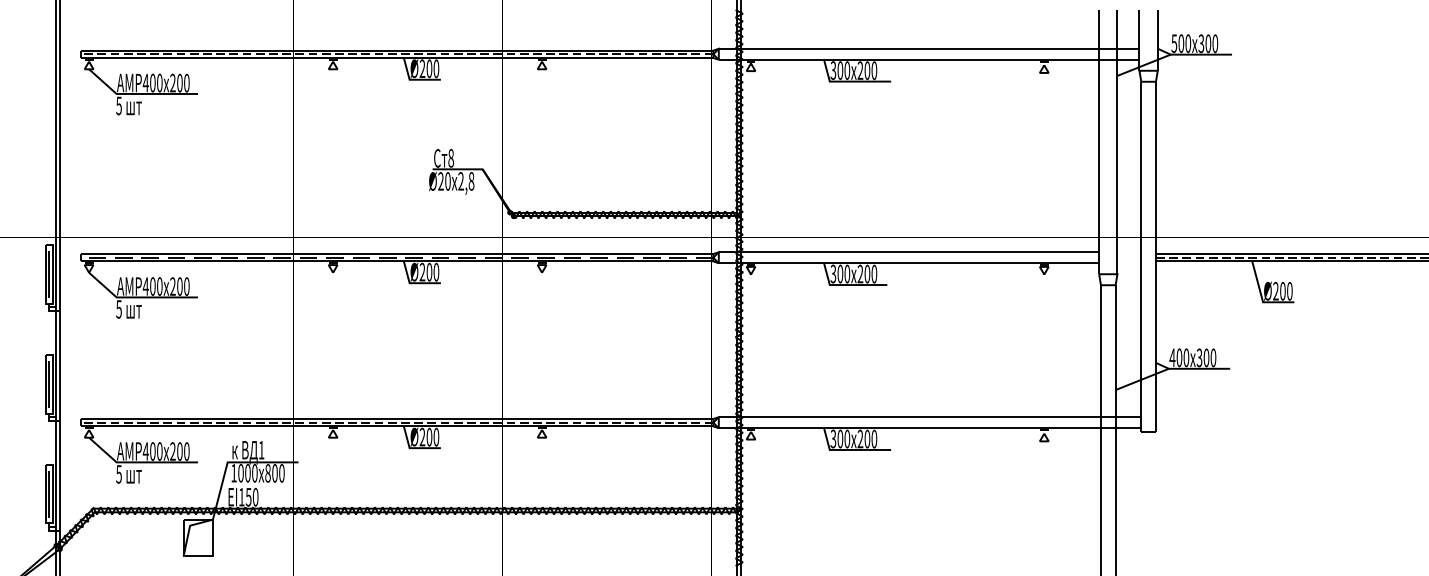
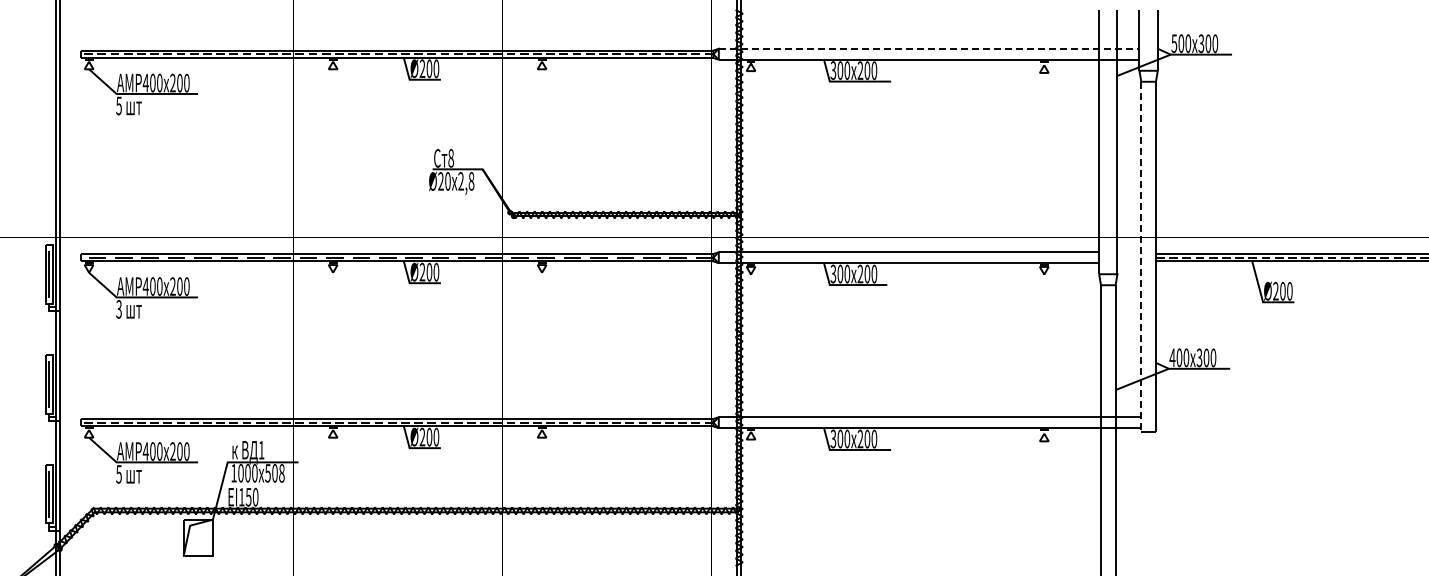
line at (929, 48): solid -> dashed
line at (1141, 257): solid -> dashed
text at (118, 308): 5 -> 3
text at (274, 473): 800 -> 508
